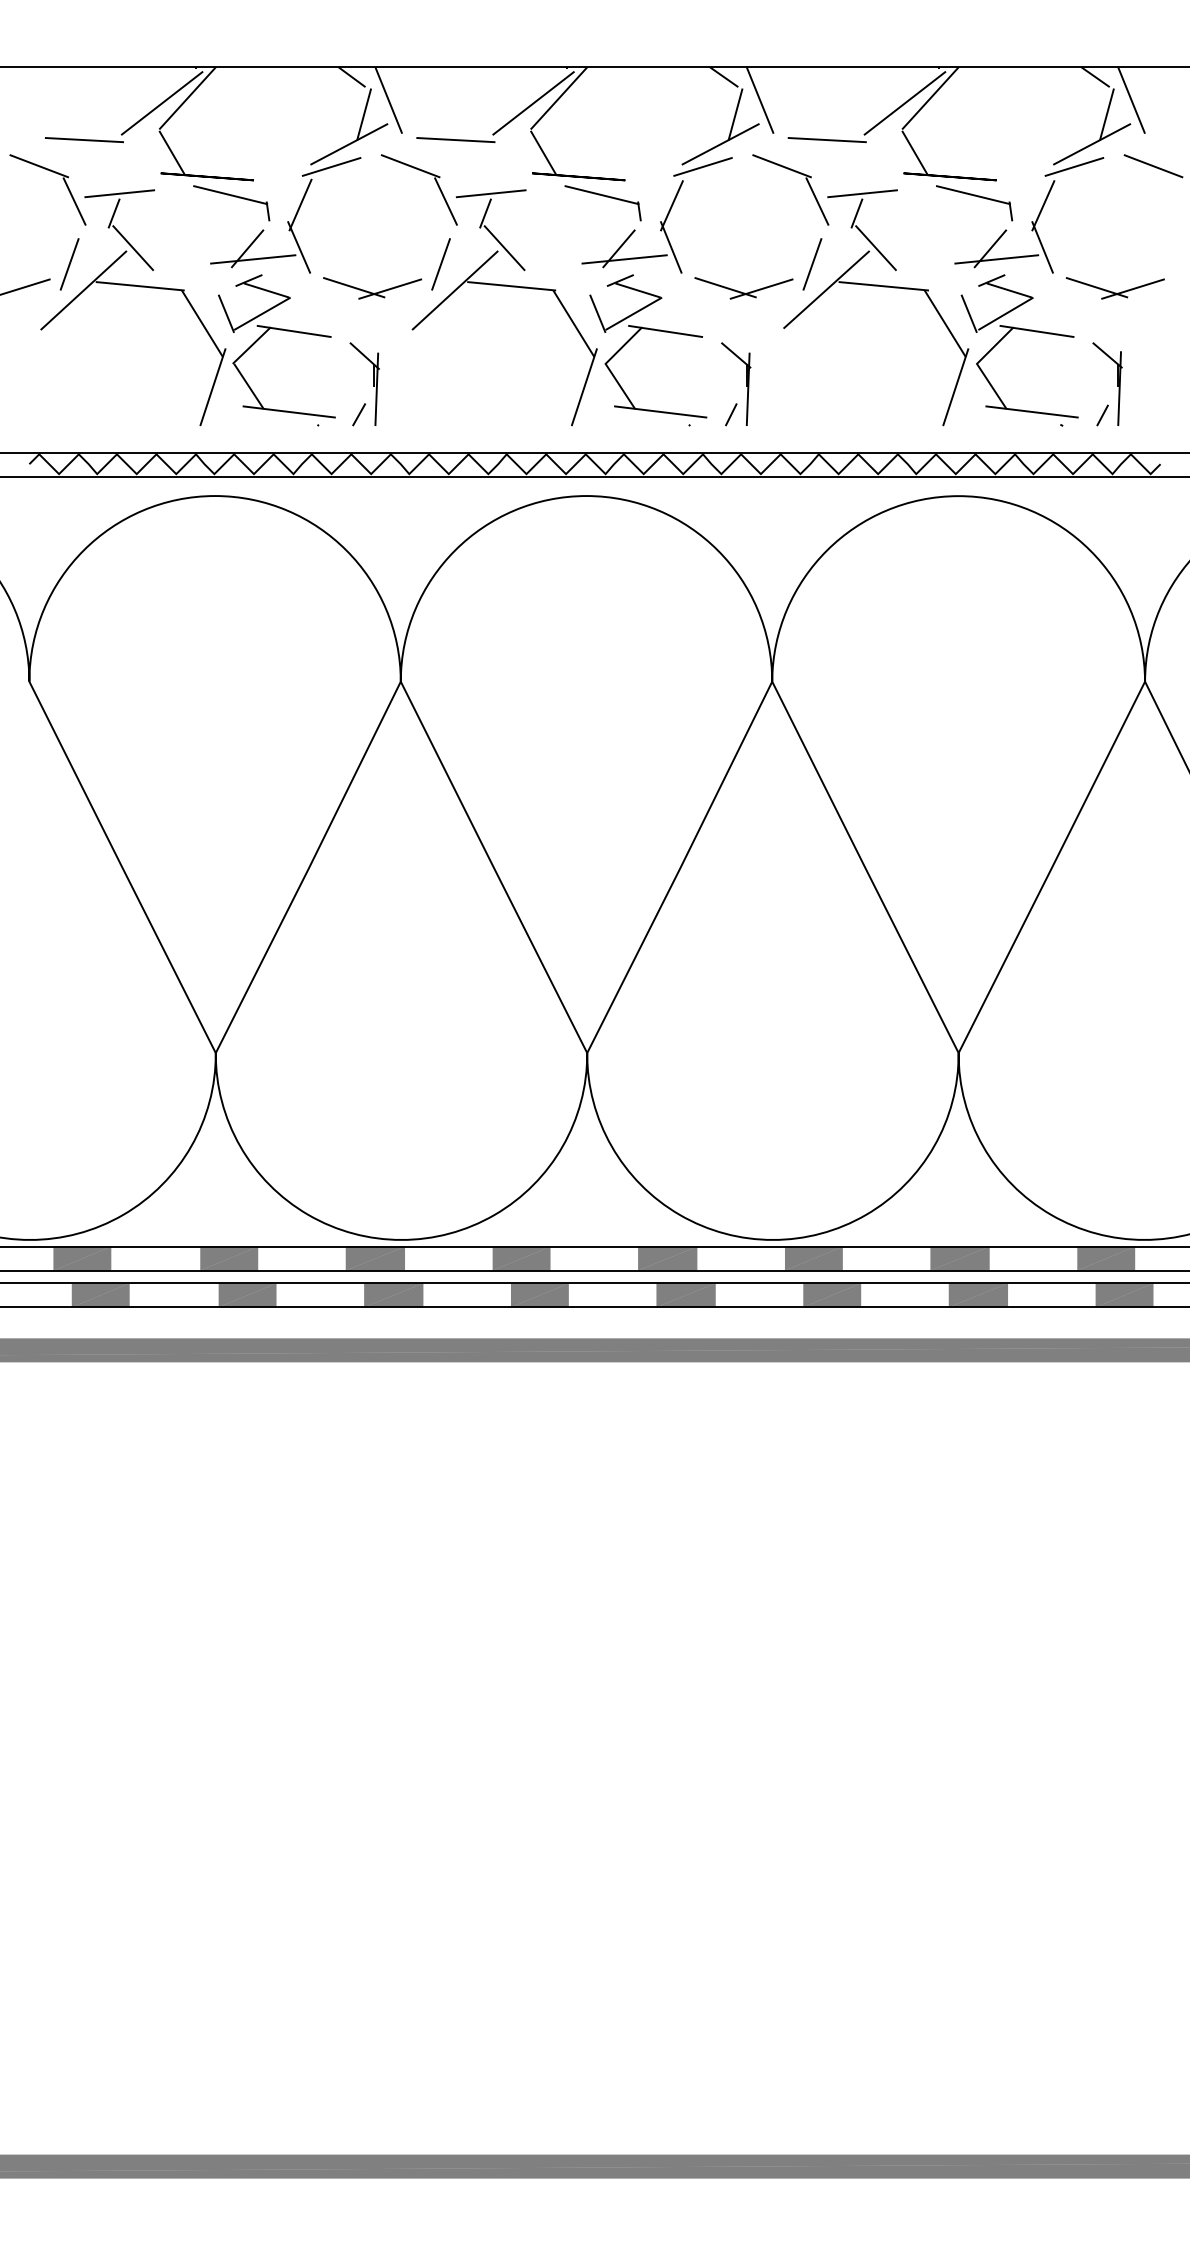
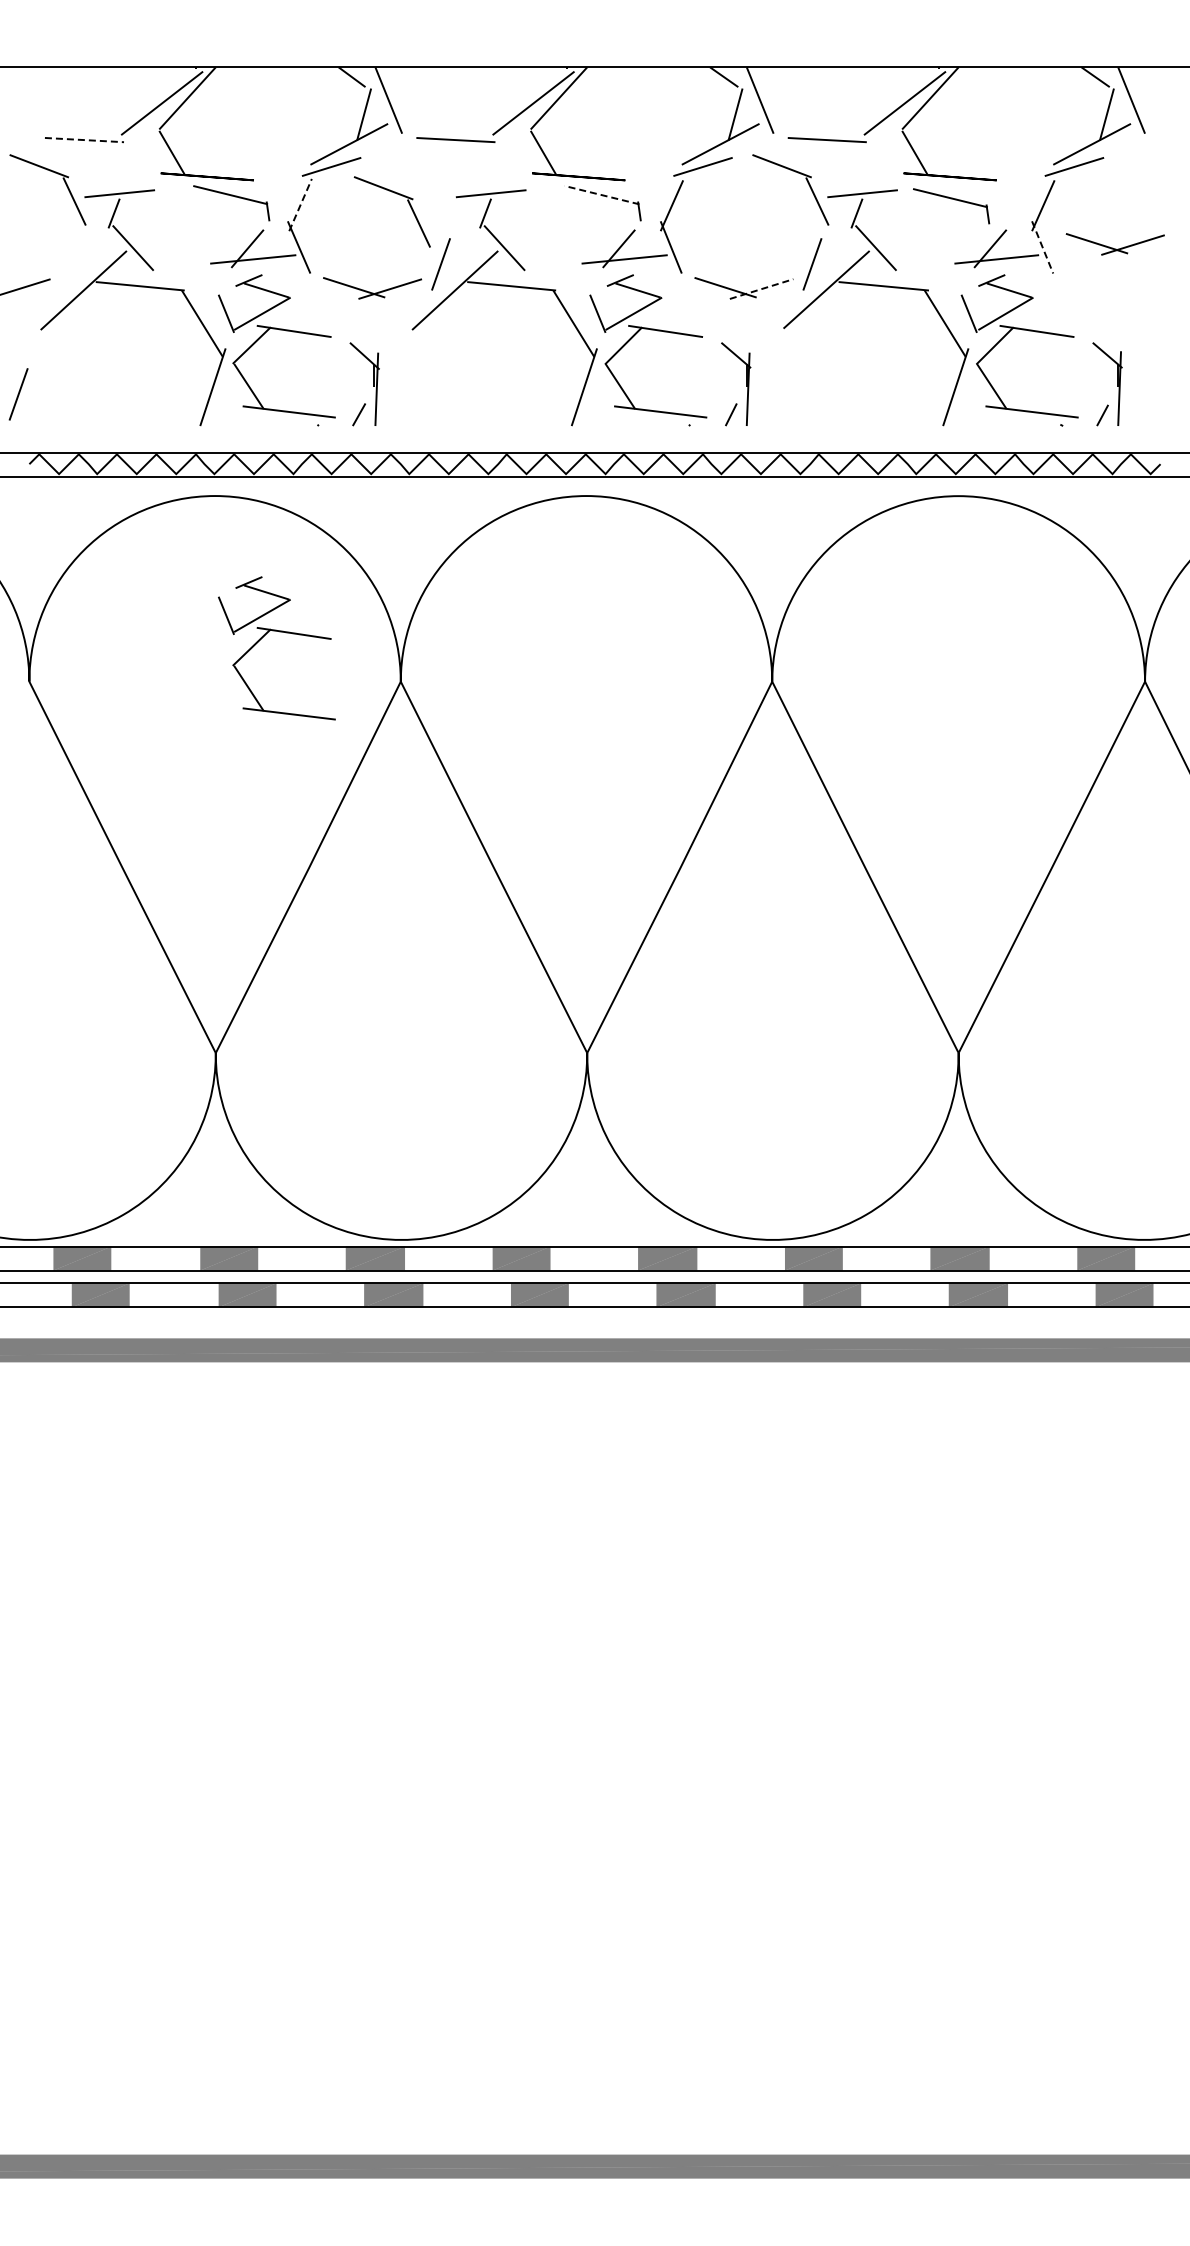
line at (84, 140): solid -> dashed
line at (1153, 166): present -> none
part at (423, 172) position: (423, 172) -> (396, 194)
line at (602, 195): solid -> dashed
part at (977, 197) position: (977, 197) -> (954, 200)
line at (300, 204): solid -> dashed
line at (1042, 247): solid -> dashed
line at (69, 264) position: (69, 264) -> (18, 394)
line at (762, 288): solid -> dashed
part at (1114, 288) position: (1114, 288) -> (1114, 244)
part at (279, 632): none -> present
